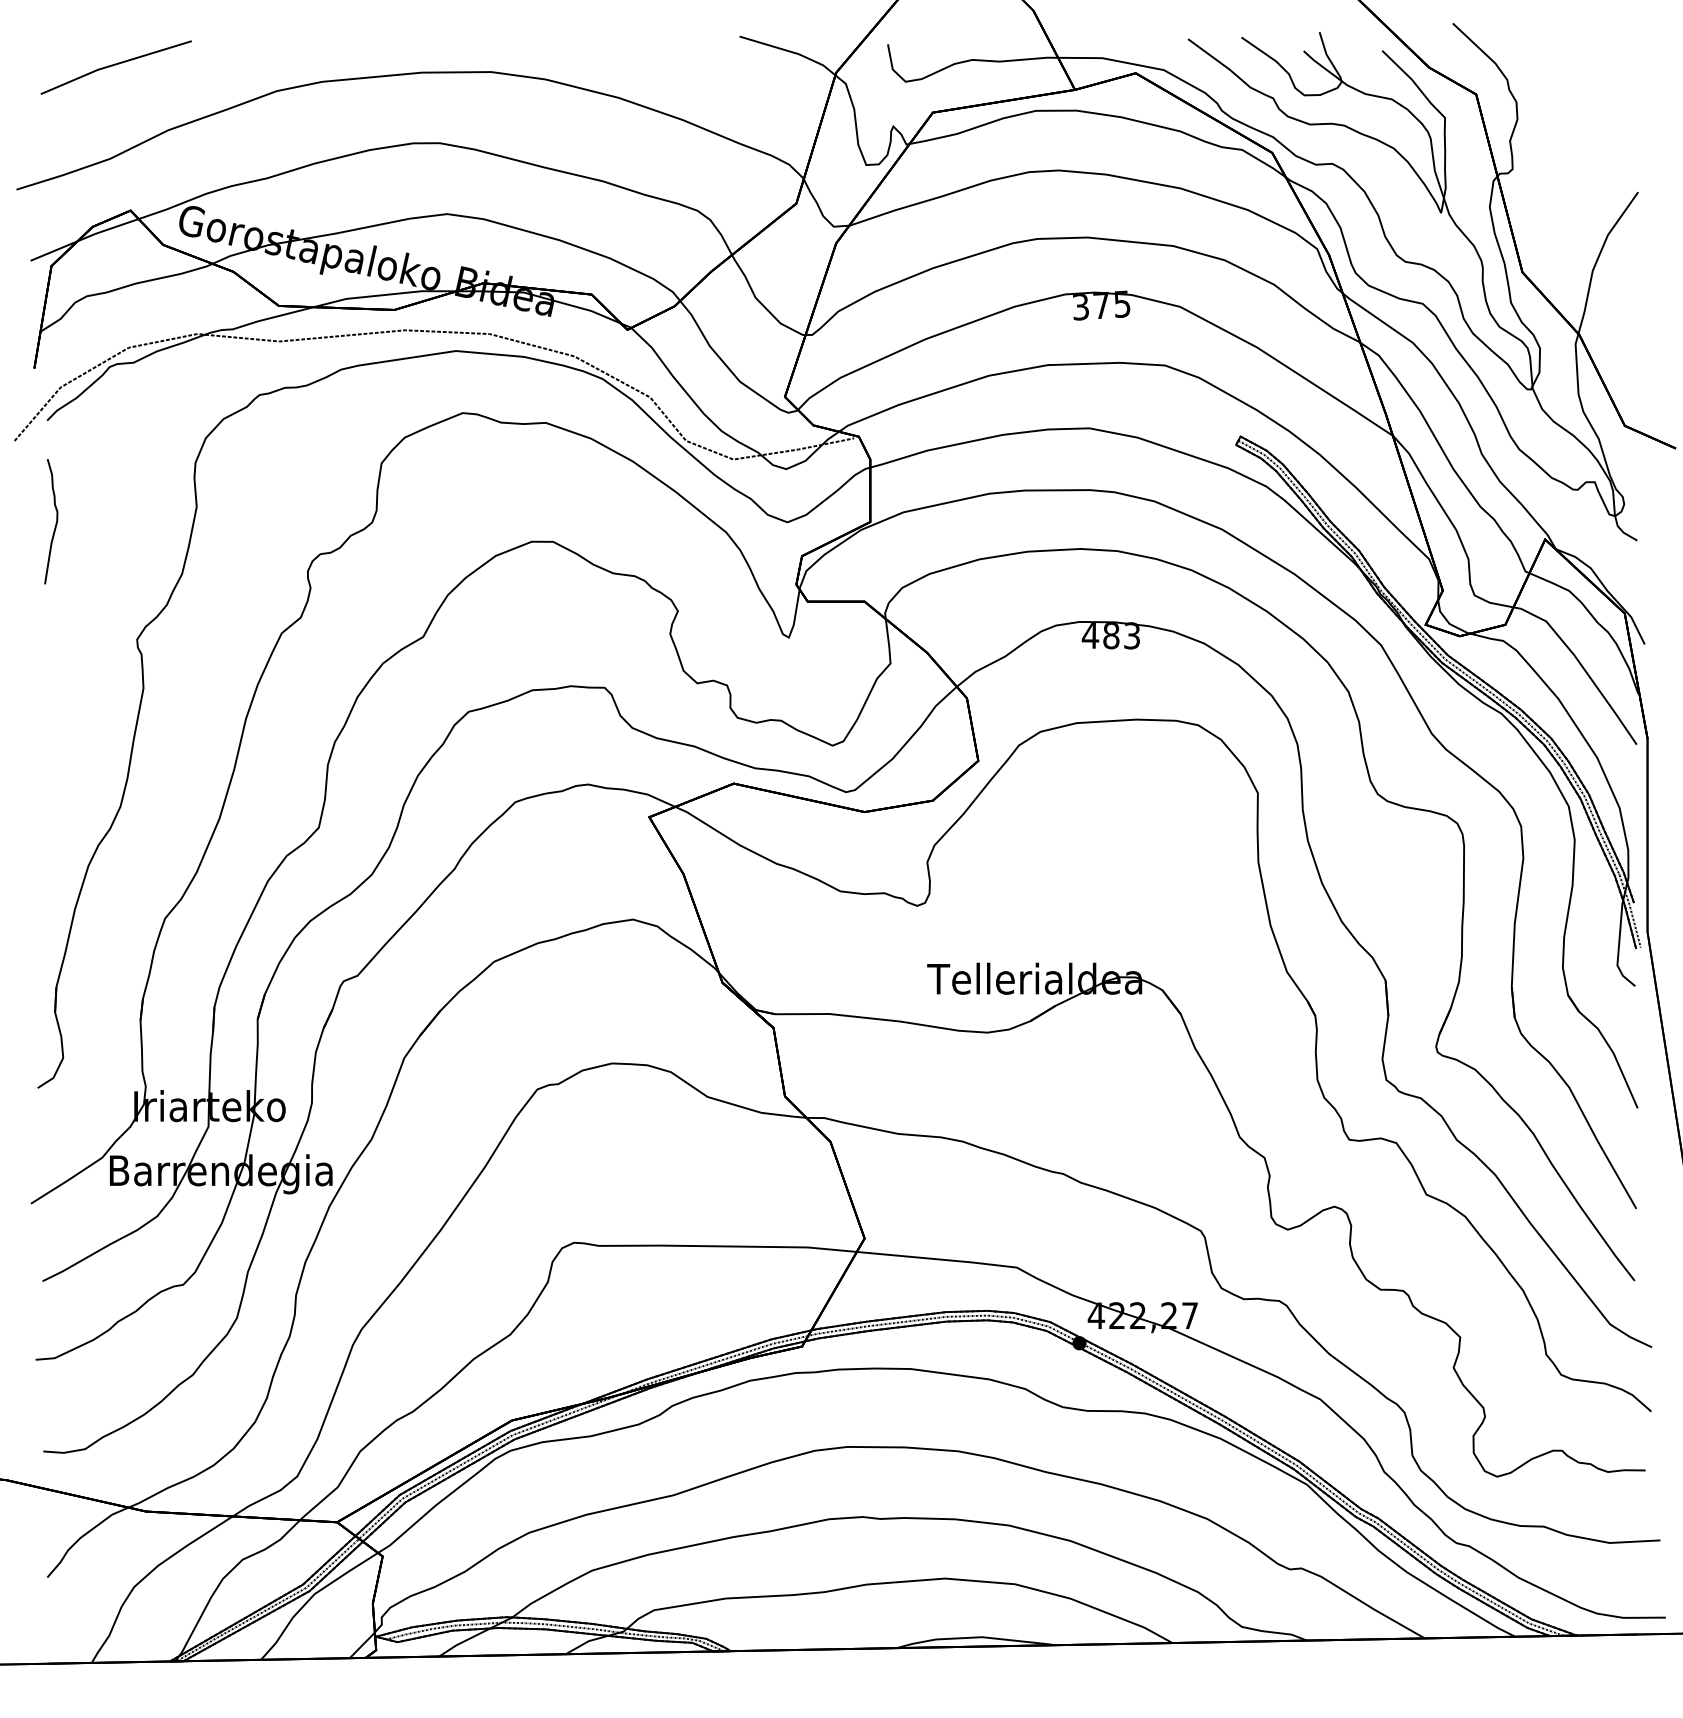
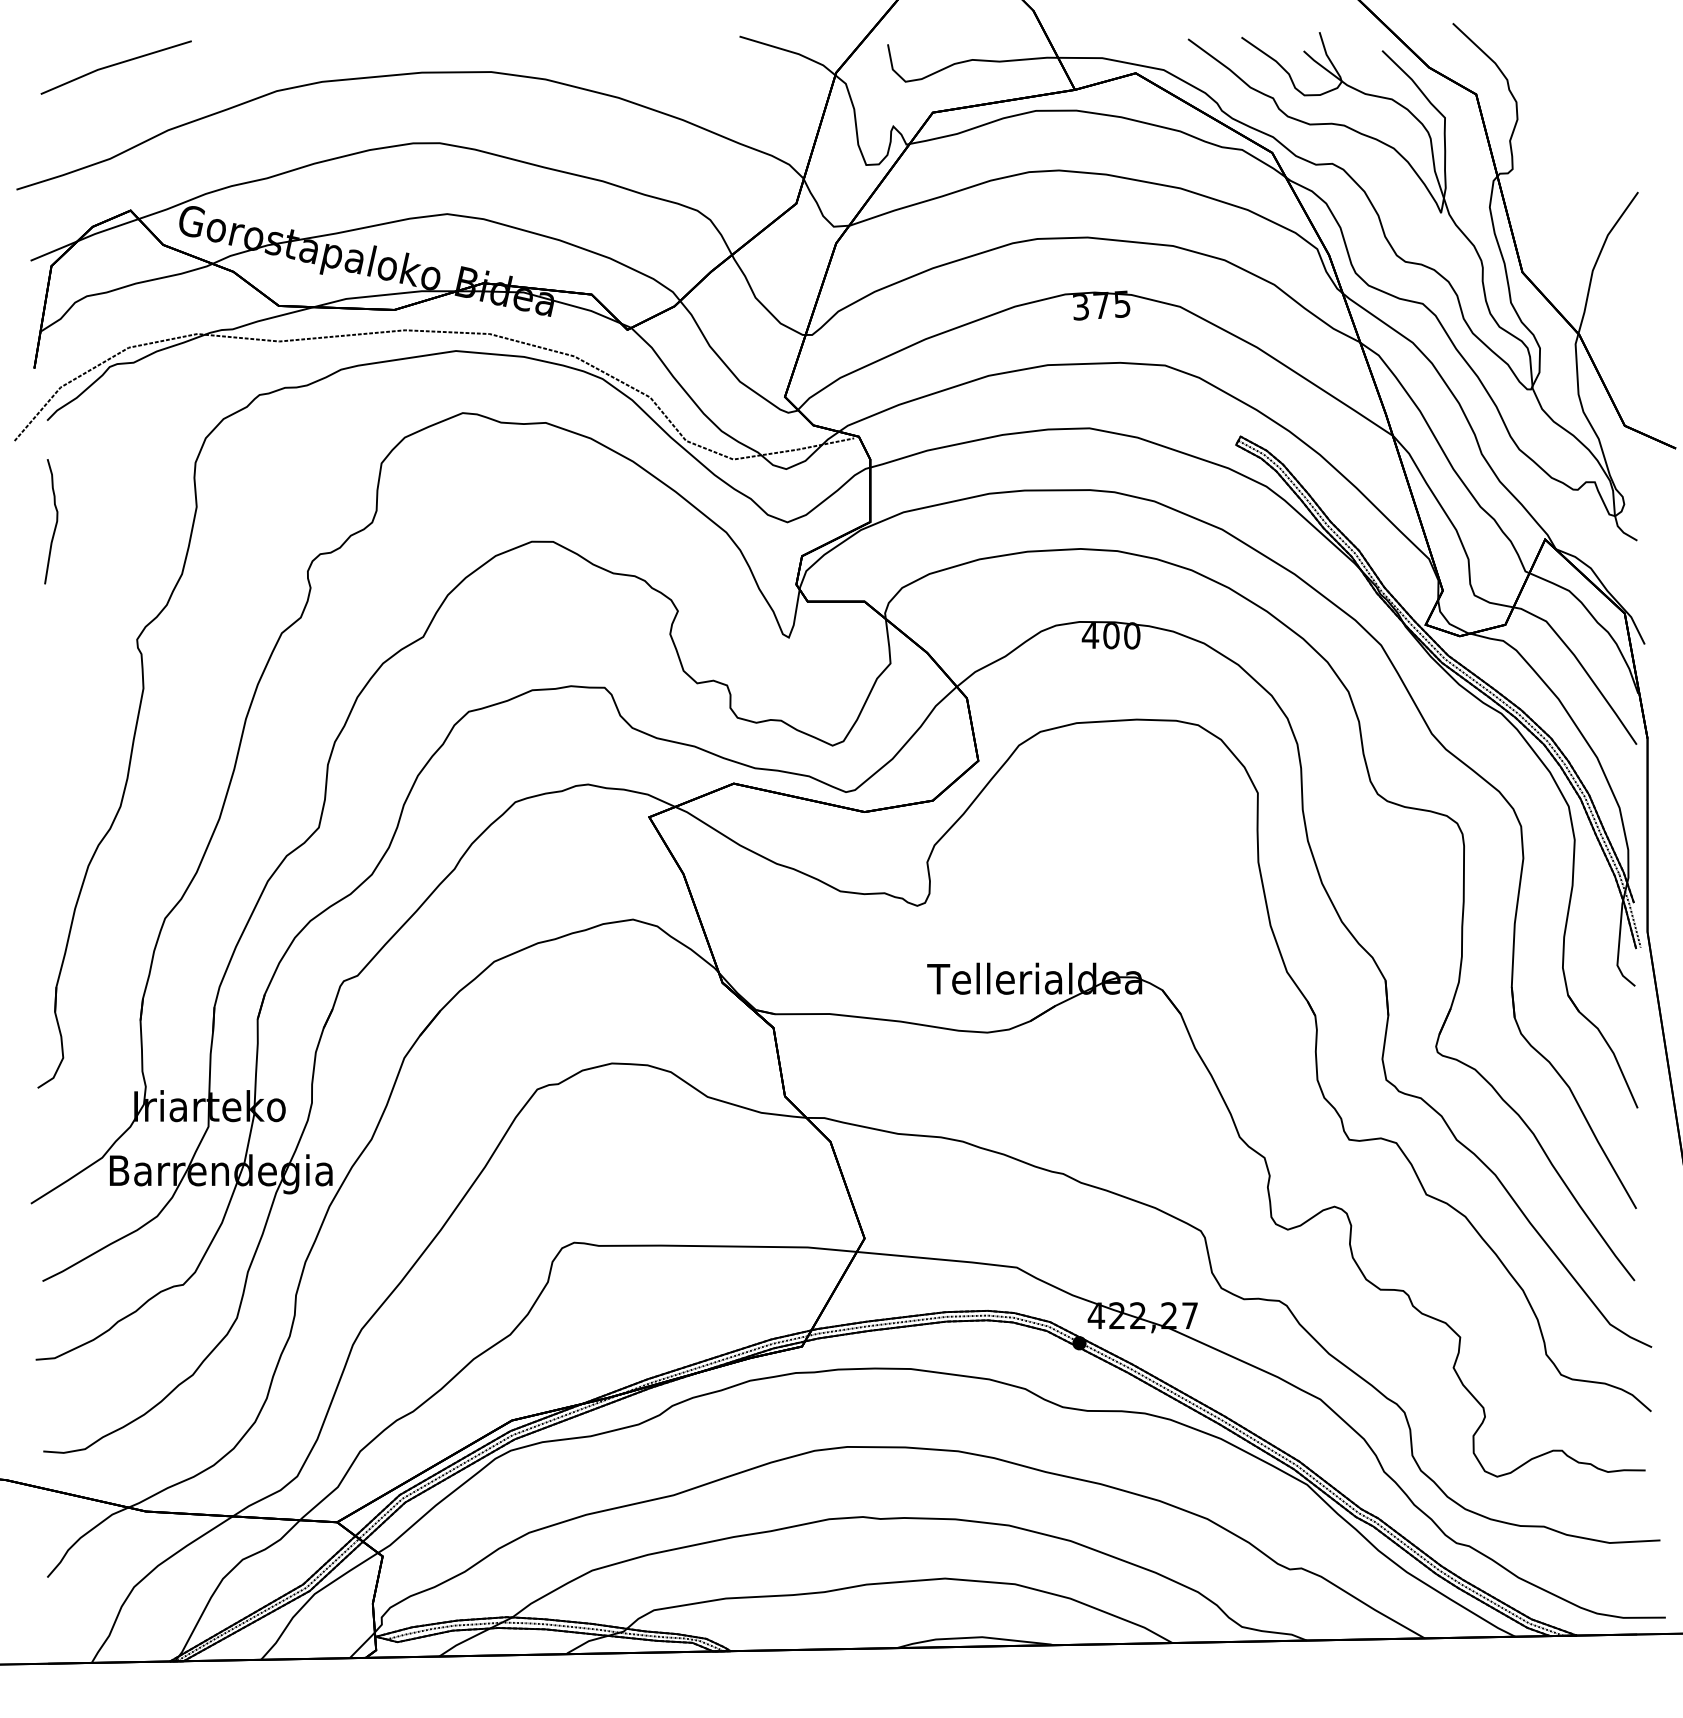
text at (1121, 635): 483 -> 400
